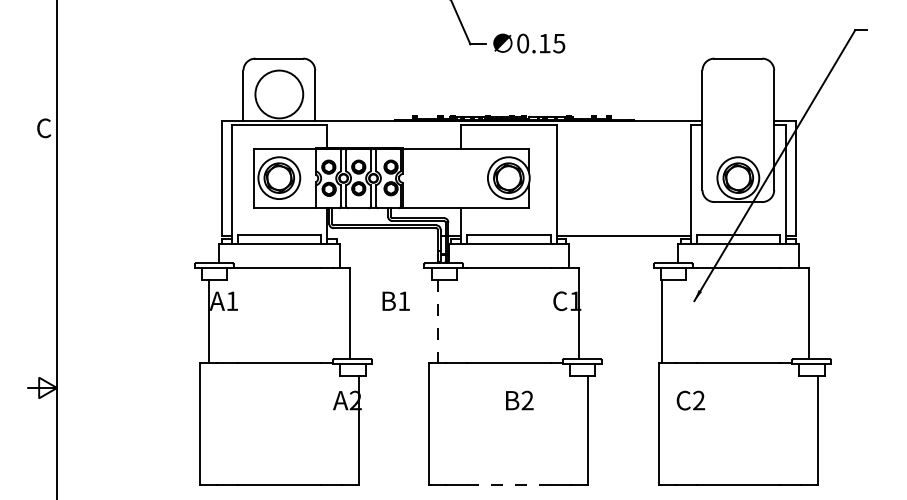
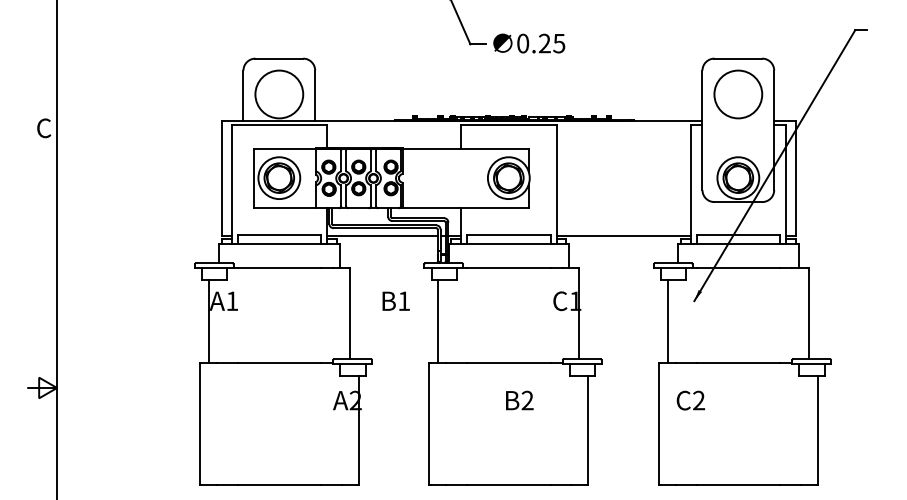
text at (544, 43): 0.15 -> 0.25
circle at (738, 94): none -> present
line at (382, 235): none -> present
line at (438, 321): dashed -> solid
line at (661, 321) position: (661, 321) -> (667, 321)
line at (508, 484): dashed -> solid
